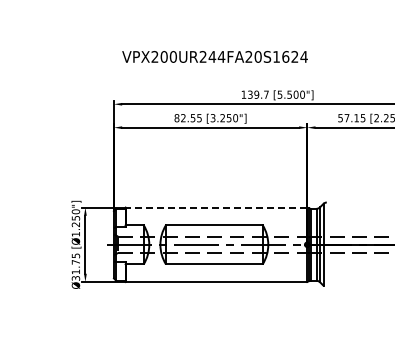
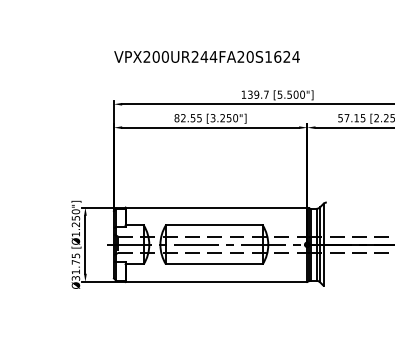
text at (214, 56) position: (214, 56) -> (206, 56)
line at (216, 207): dashed -> solid
